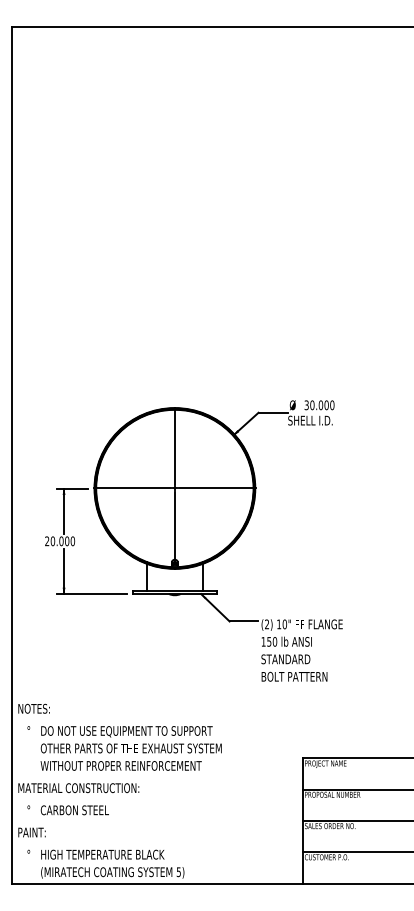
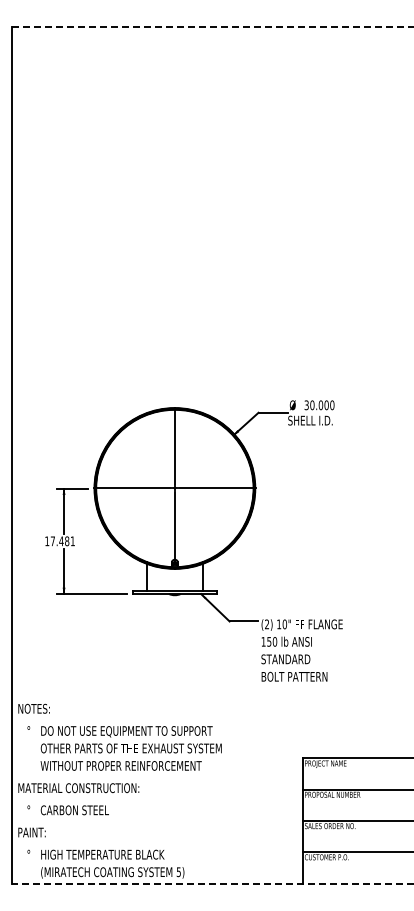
line at (213, 27): solid -> dashed
text at (60, 541): 20.000 -> 17.481
line at (212, 883): solid -> dashed
